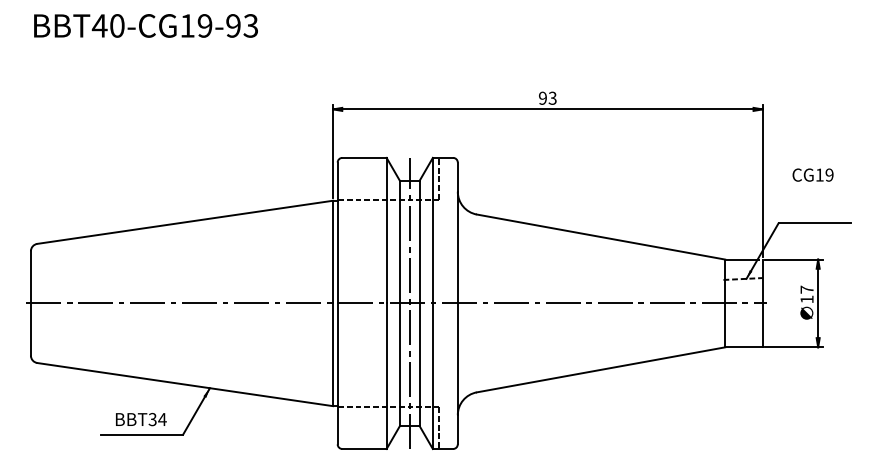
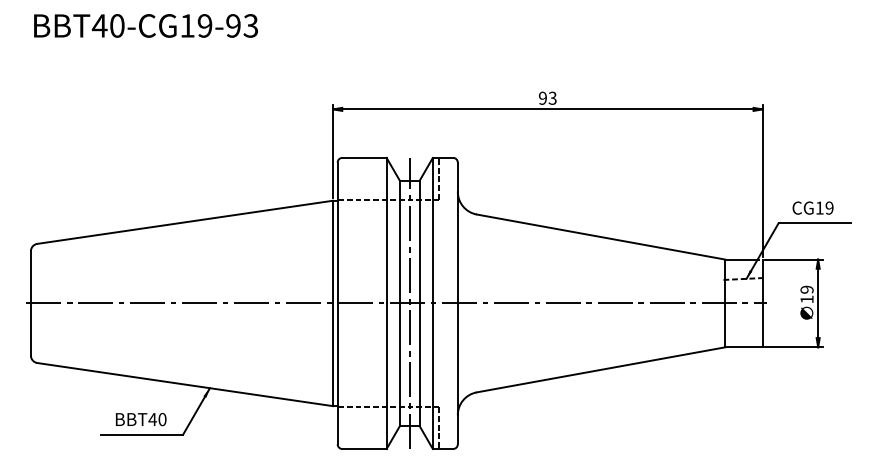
text at (812, 174) position: (812, 174) -> (812, 207)
text at (806, 289): 17 -> 19
text at (157, 419): BBT34 -> BBT40
